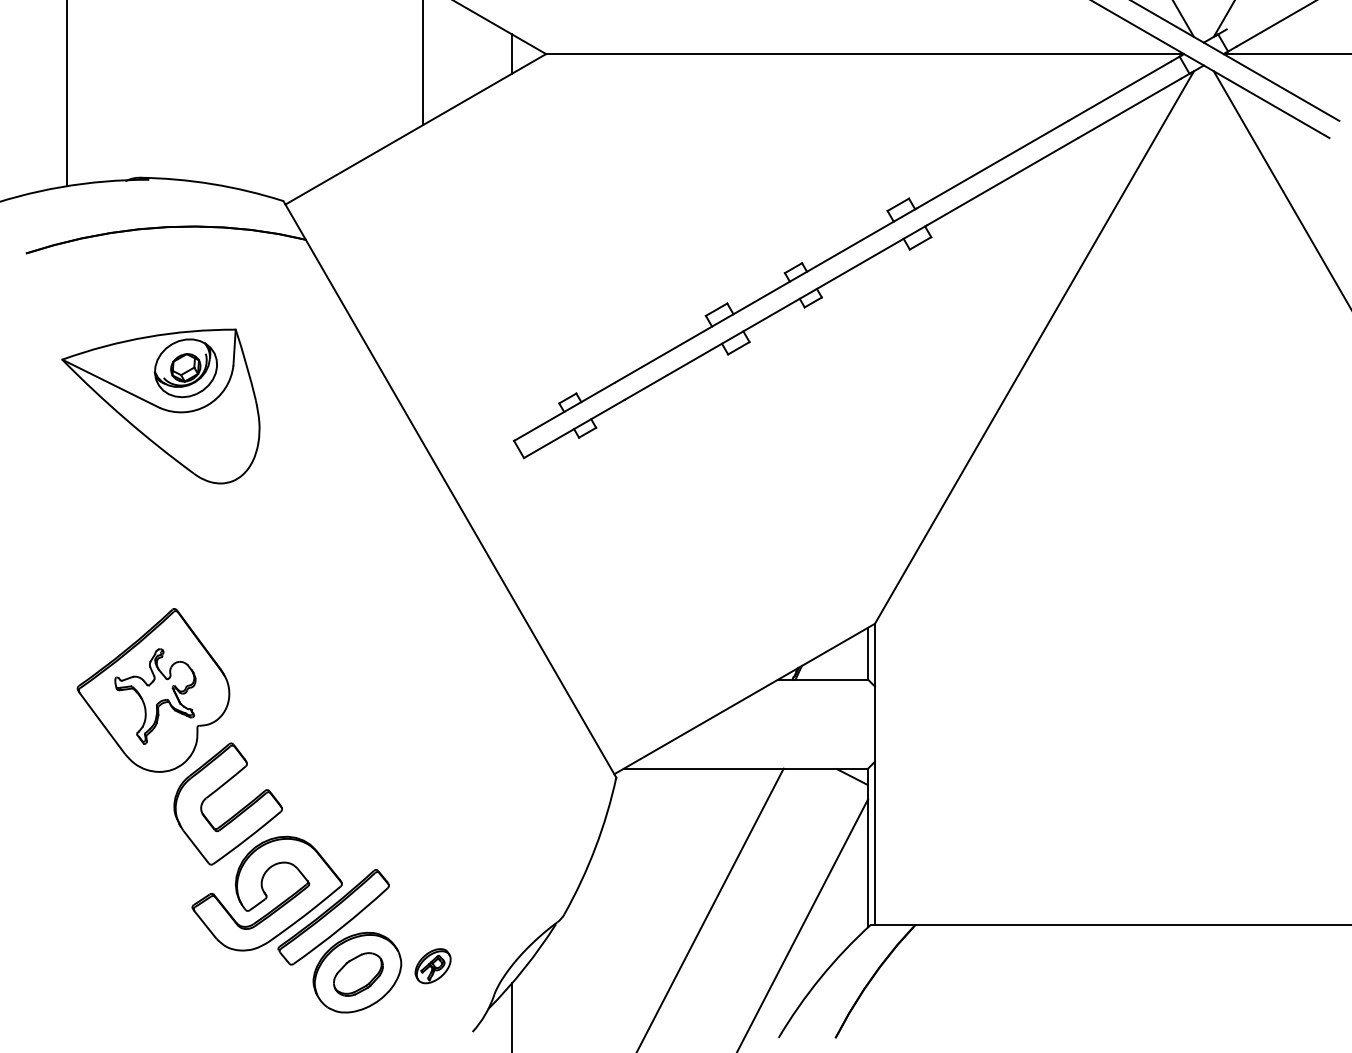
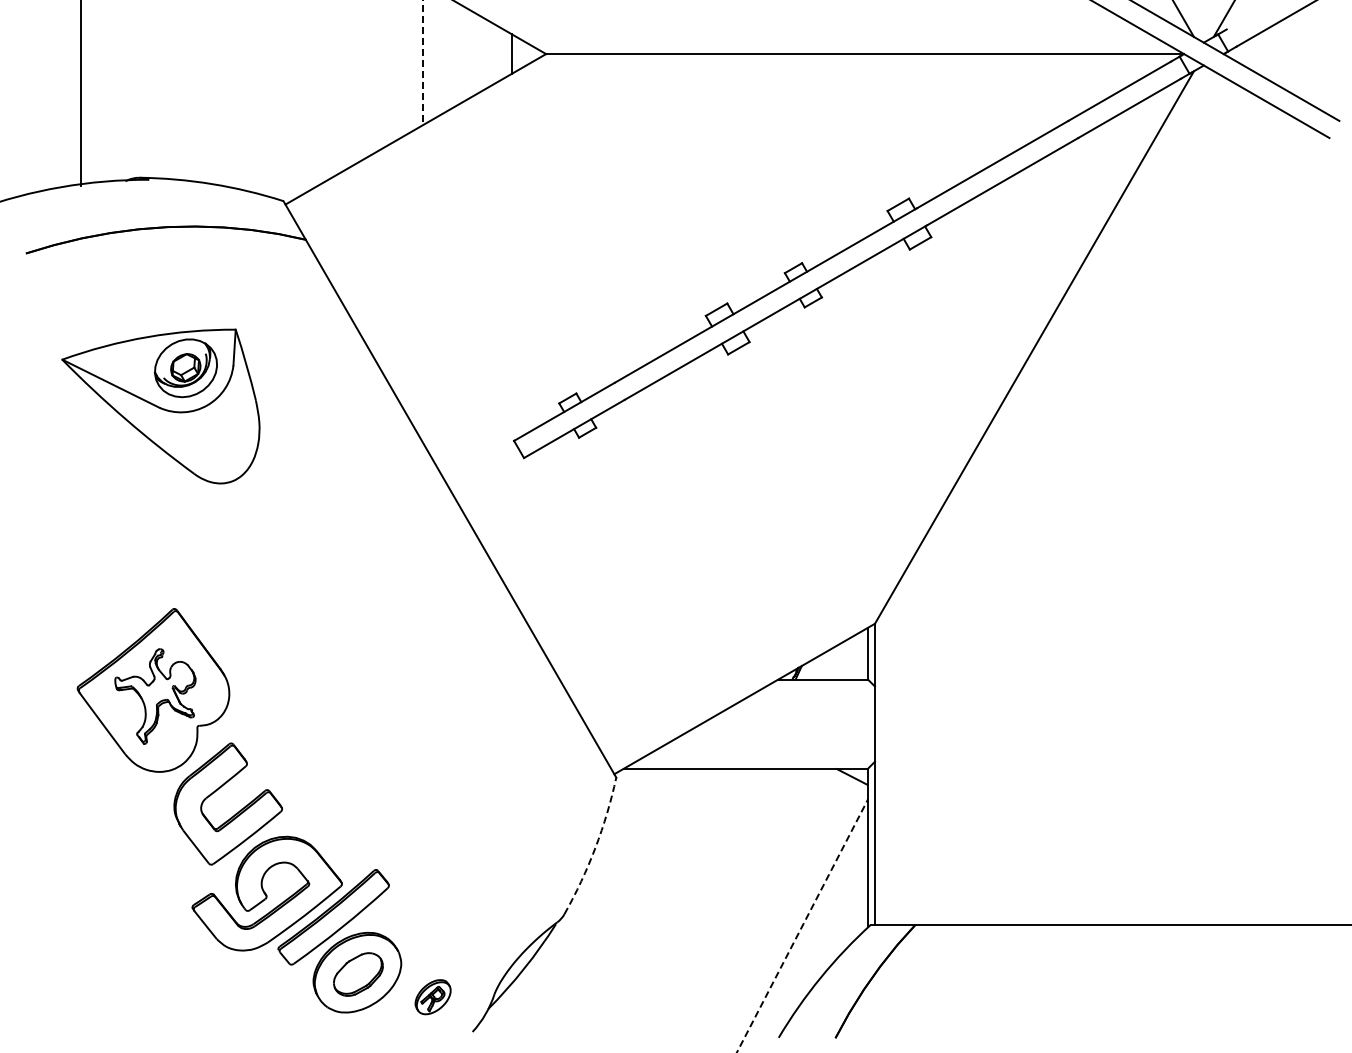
line at (1285, 54): present -> none
line at (422, 63): solid -> dashed
line at (66, 94) position: (66, 94) -> (80, 94)
line at (1280, 188): present -> none
arc at (595, 847): solid -> dashed
line at (710, 908): present -> none
line at (802, 926): solid -> dashed
part at (432, 966) position: (432, 966) -> (432, 997)
line at (511, 1016): present -> none
